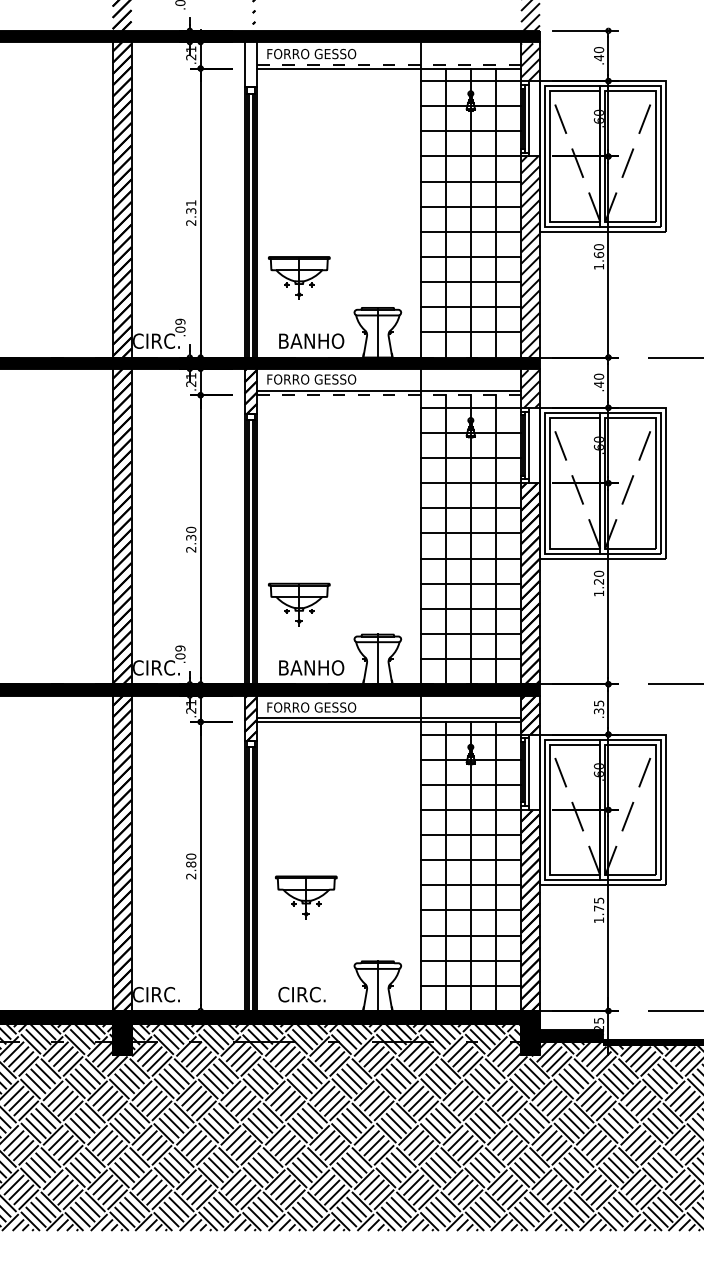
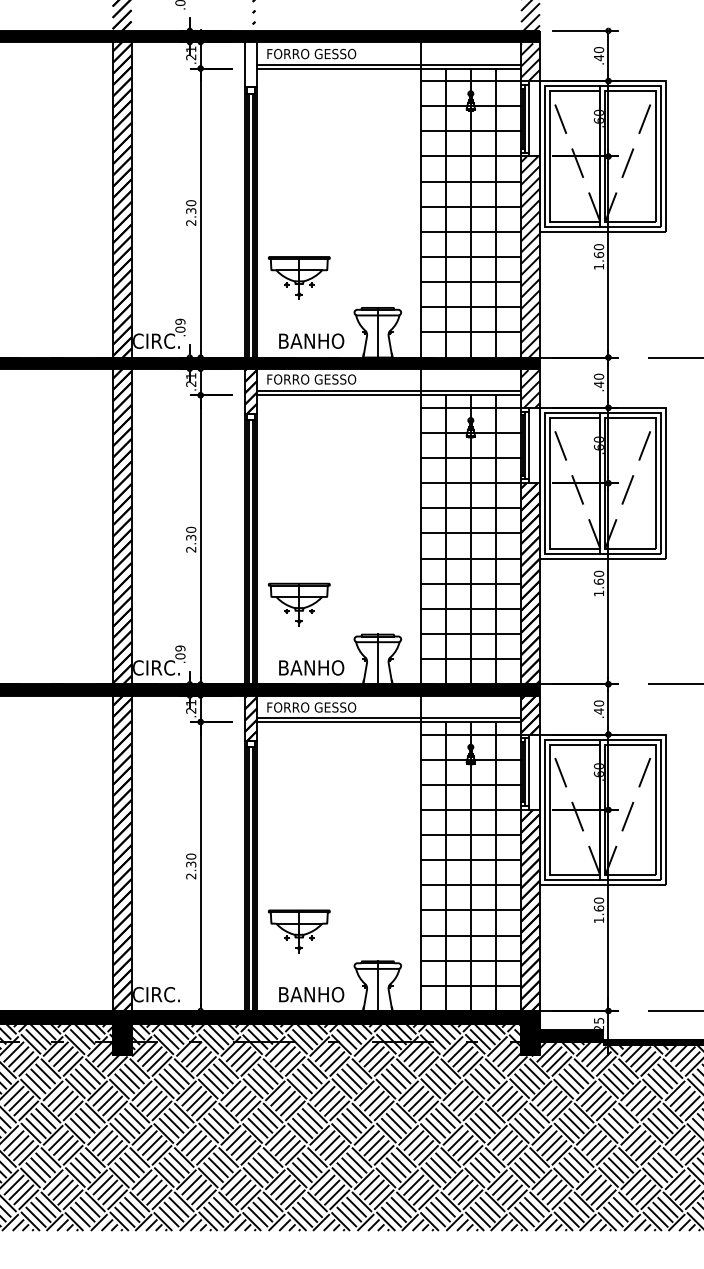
line at (389, 64): dashed -> solid
text at (191, 203): 2.31 -> 2.30
line at (389, 395): dashed -> solid
text at (598, 581): 1.20 -> 1.60
text at (598, 707): .35 -> .40
text at (191, 864): 2.80 -> 2.30
part at (306, 897) position: (306, 897) -> (299, 931)
text at (598, 904): 1.75 -> 1.60
text at (311, 994): CIRC. -> BANHO
